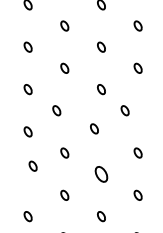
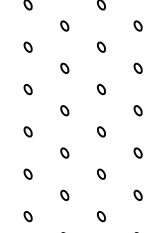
part at (56, 110) position: (56, 110) -> (64, 110)
part at (124, 110) position: (124, 110) -> (137, 110)
part at (94, 128) position: (94, 128) -> (101, 131)
part at (32, 165) position: (32, 165) -> (27, 173)
part at (101, 174) size: 15x17 px -> 9x12 px
